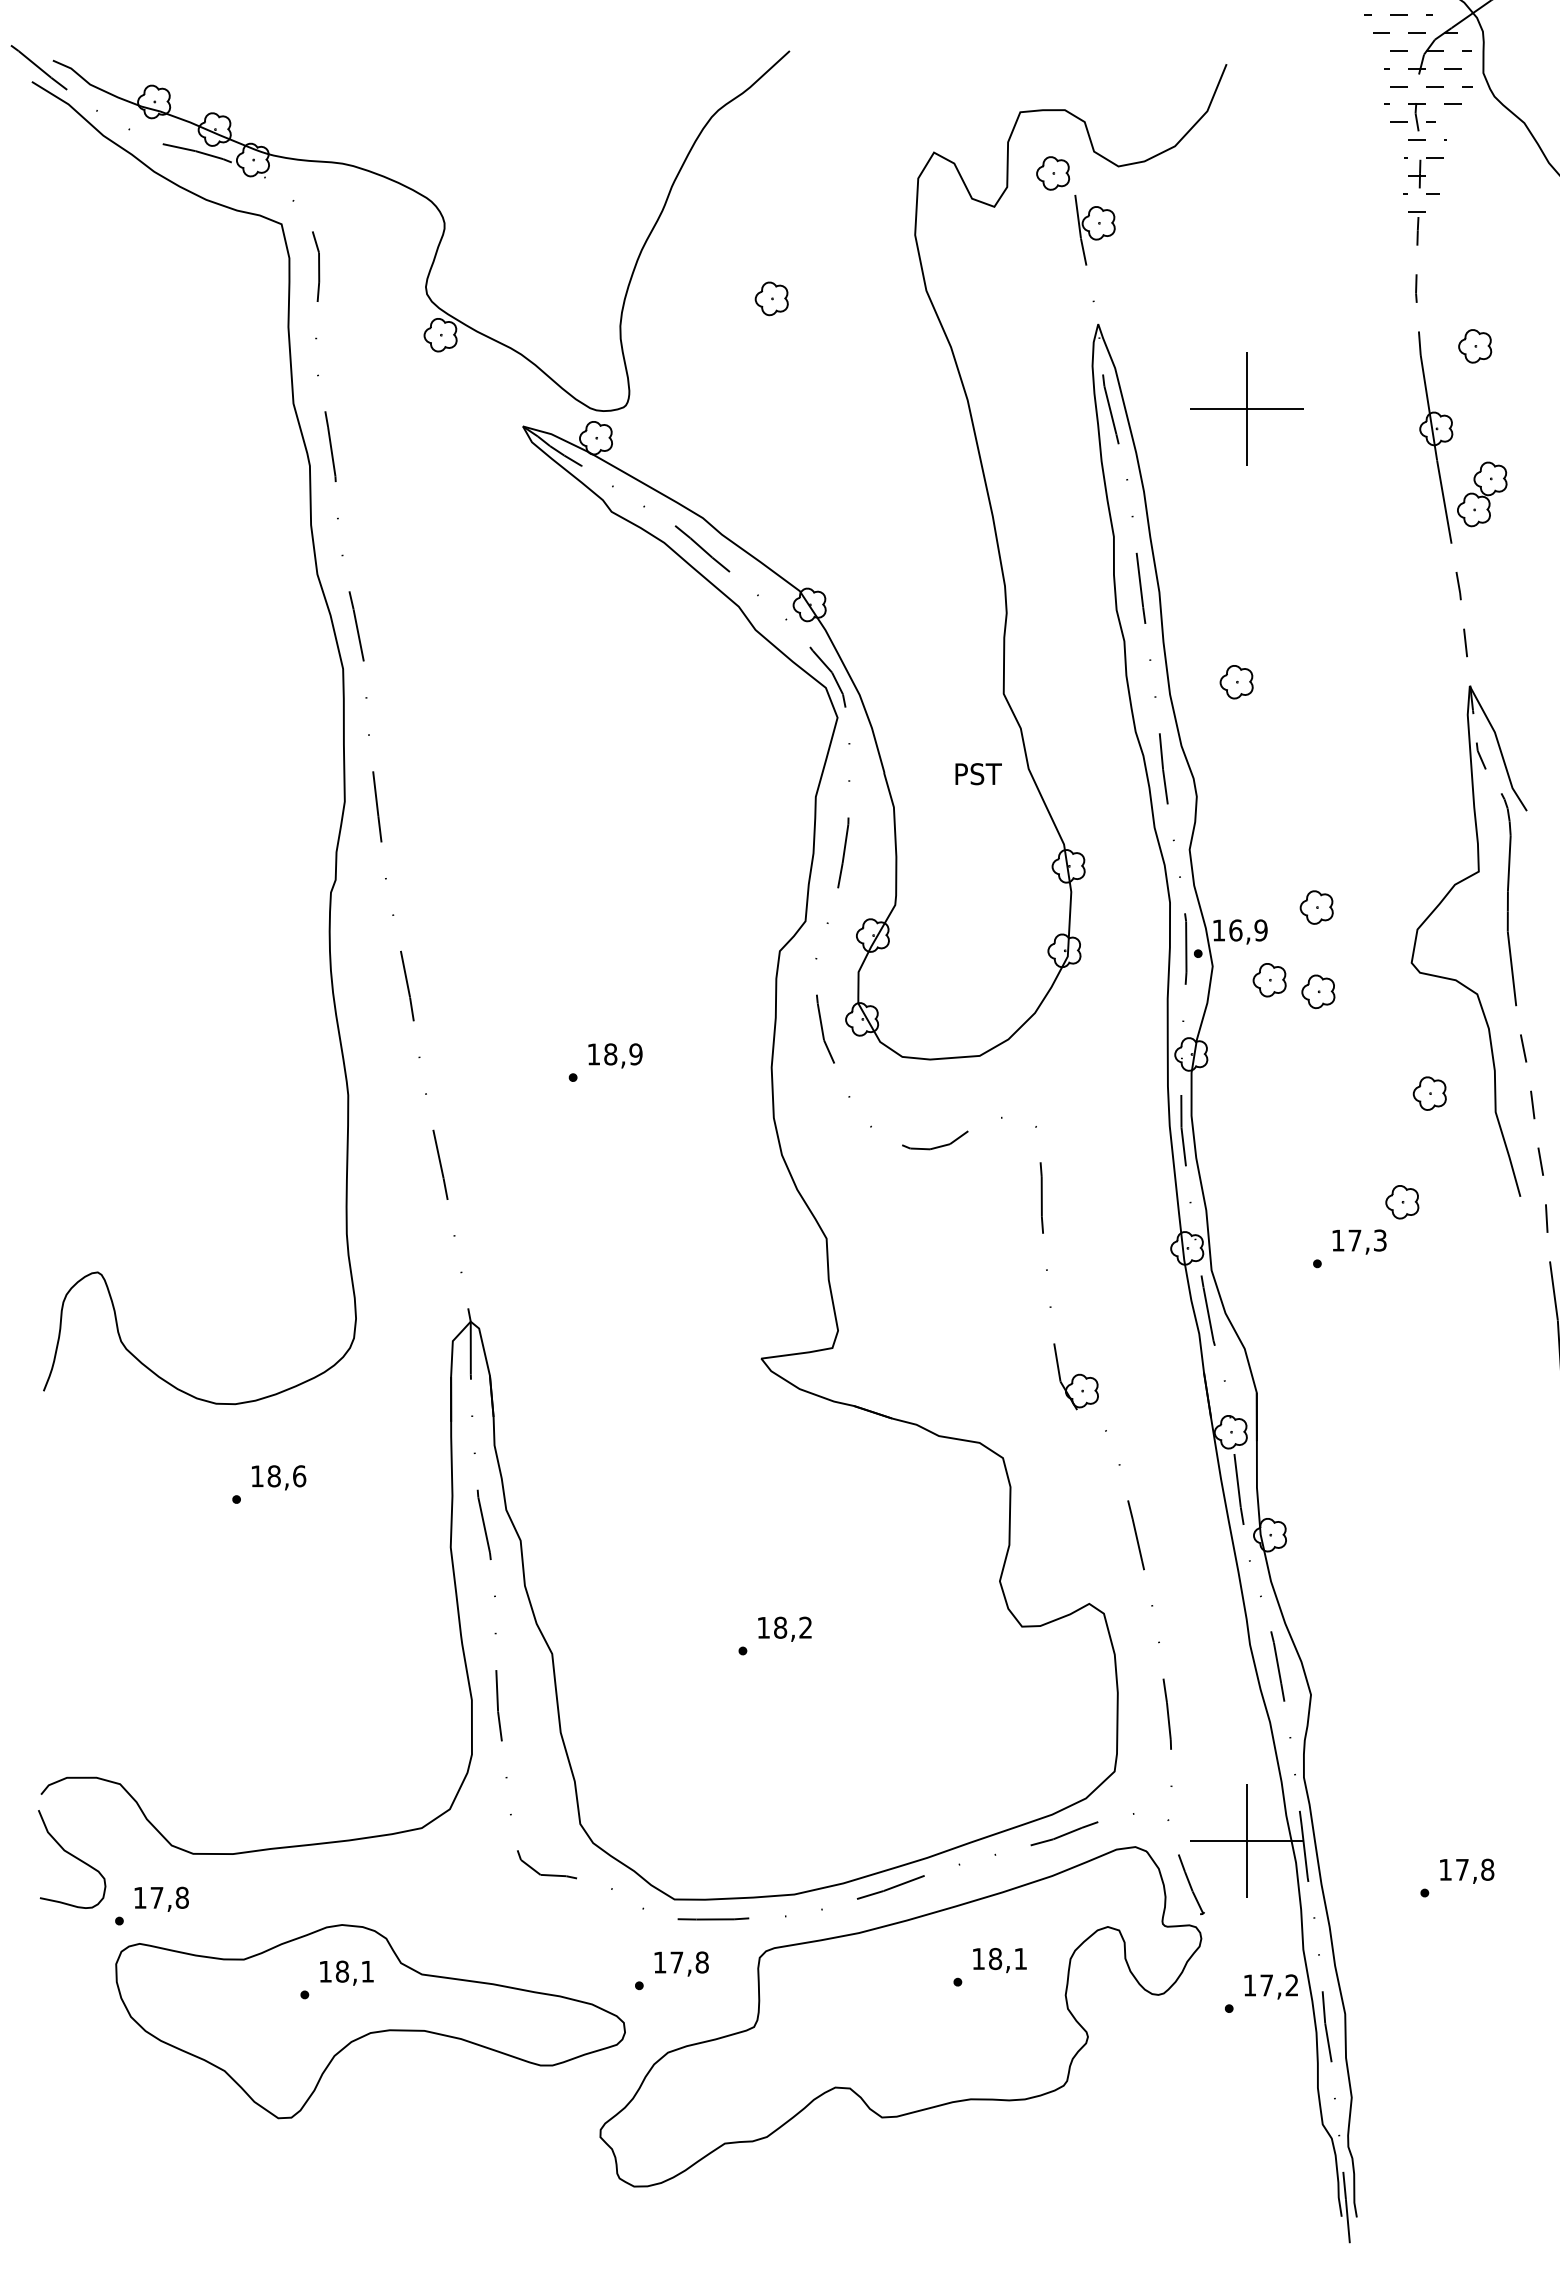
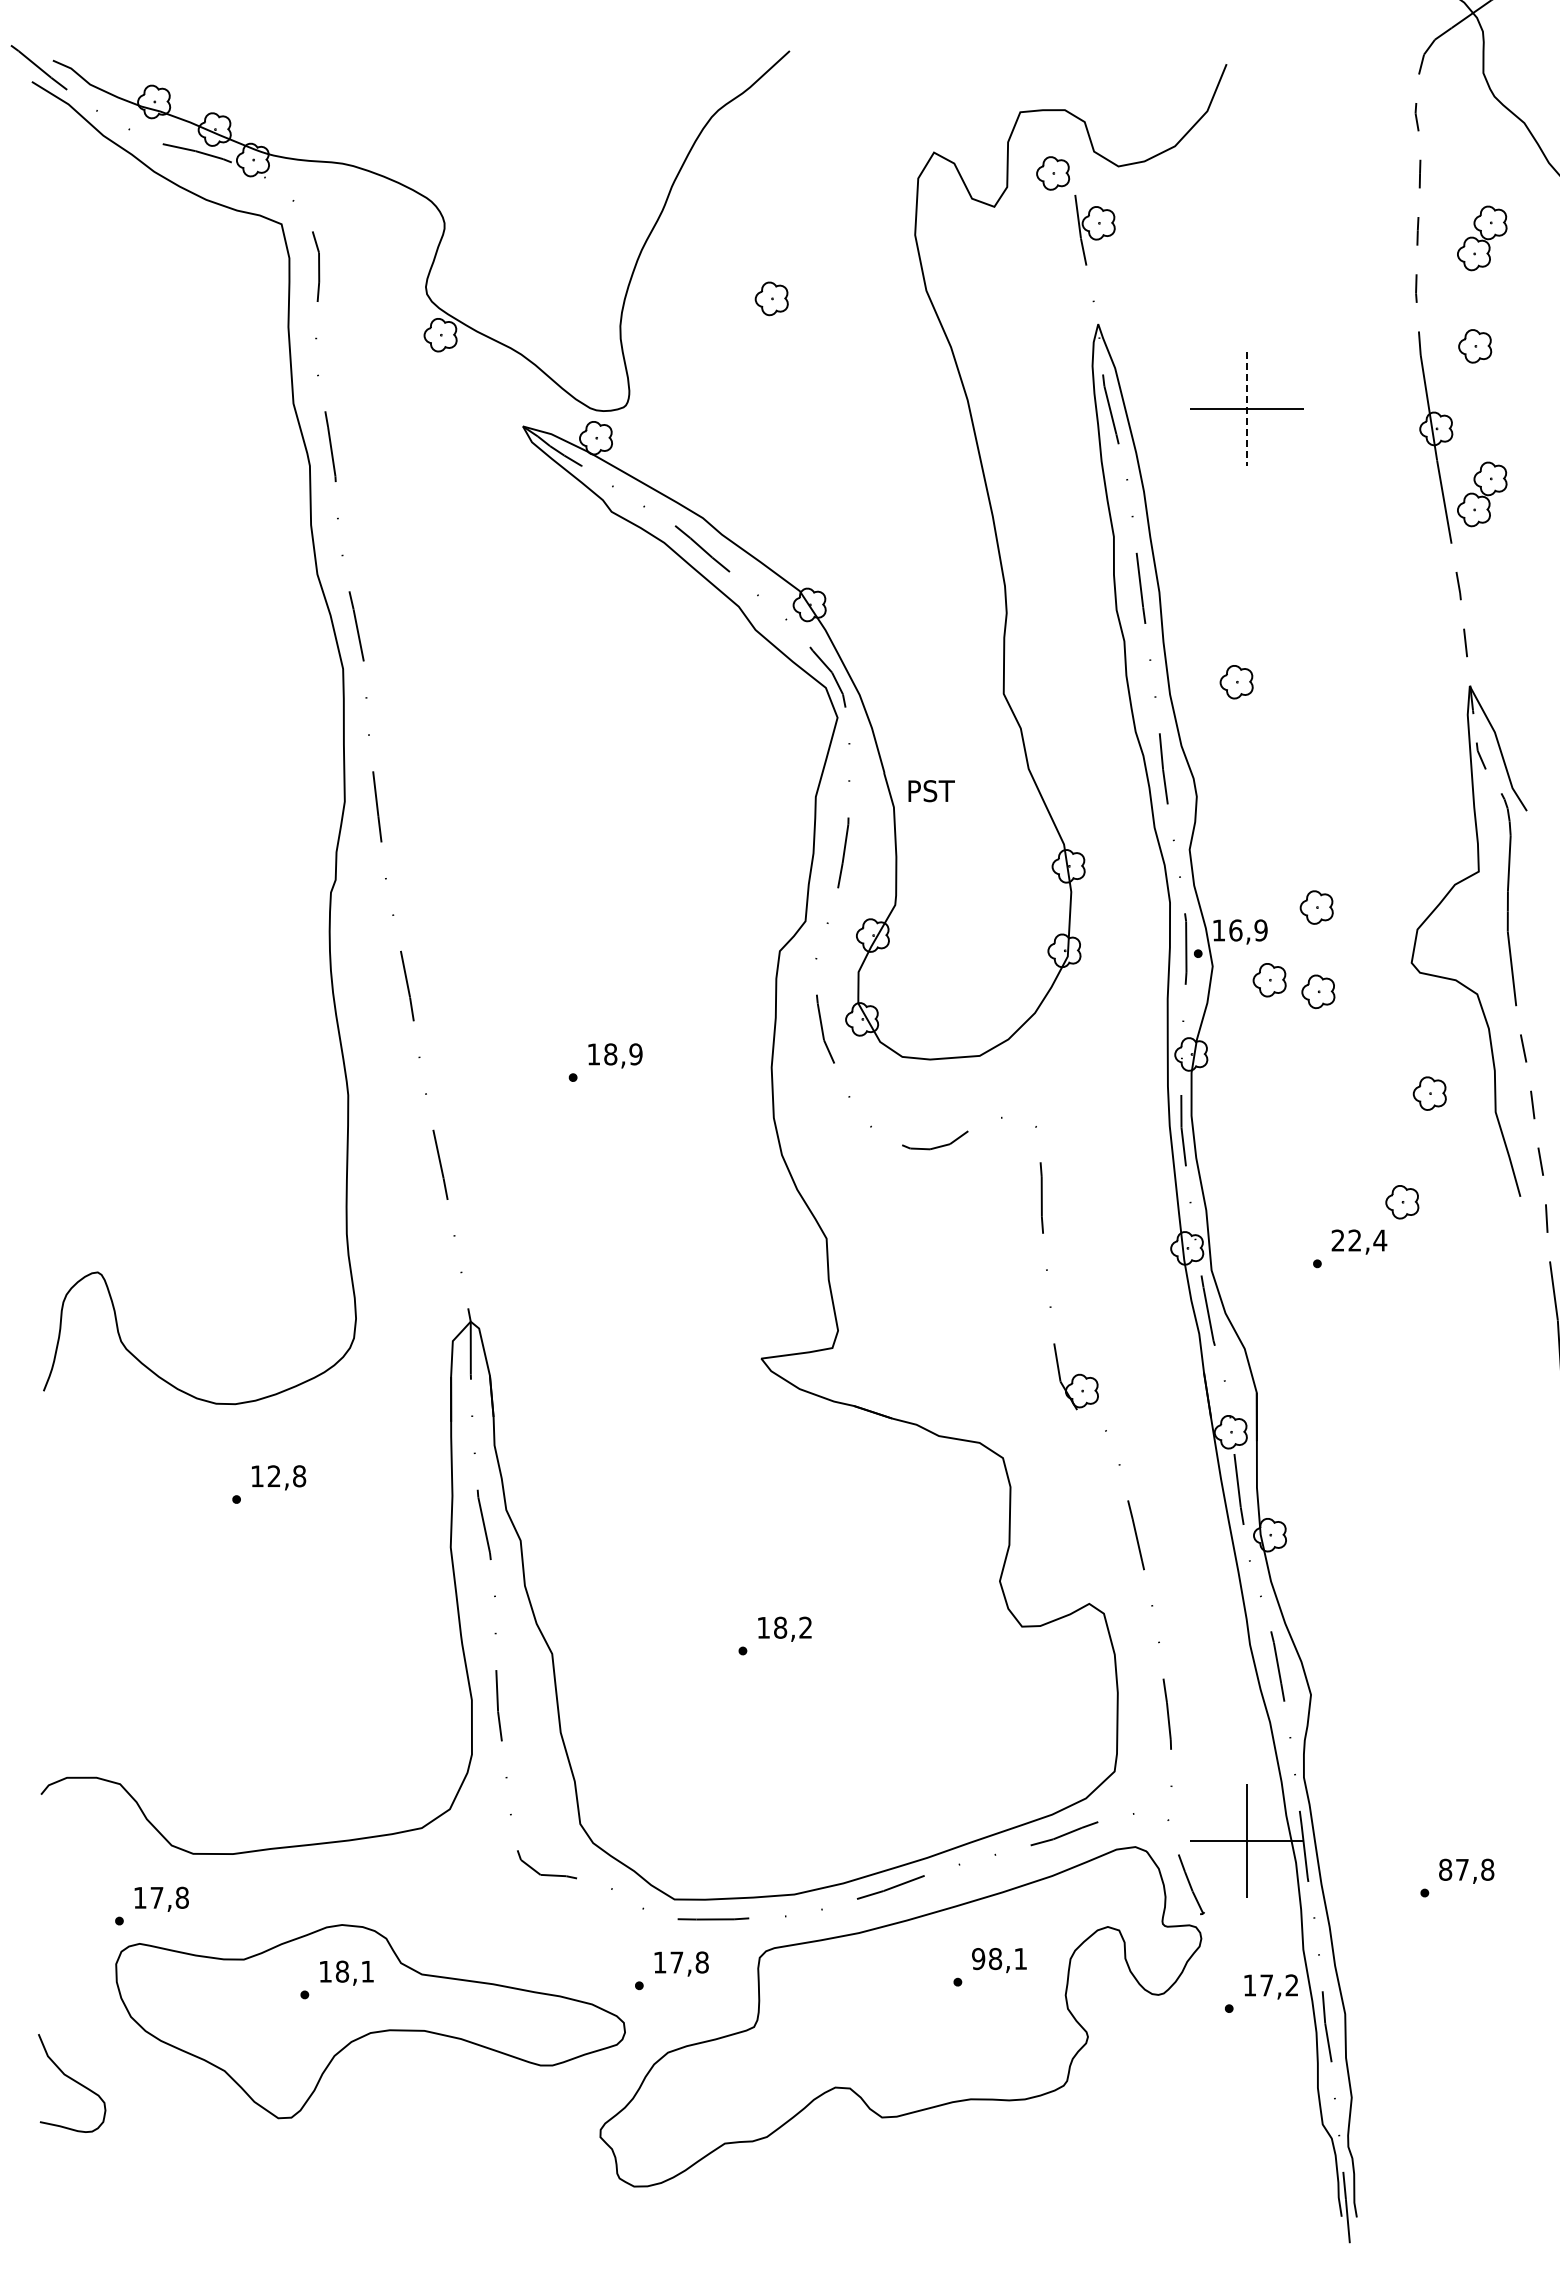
hatch at (1418, 112): present -> none
part at (1482, 238): none -> present
line at (1246, 409): solid -> dashed
text at (978, 774) position: (978, 774) -> (931, 791)
text at (1359, 1240): 17,3 -> 22,4
text at (286, 1476): 18,6 -> 12,8
curve at (73, 1857) position: (73, 1857) -> (73, 2081)
text at (1445, 1869): 17,8 -> 87,8
text at (978, 1959): 18,1 -> 98,1
